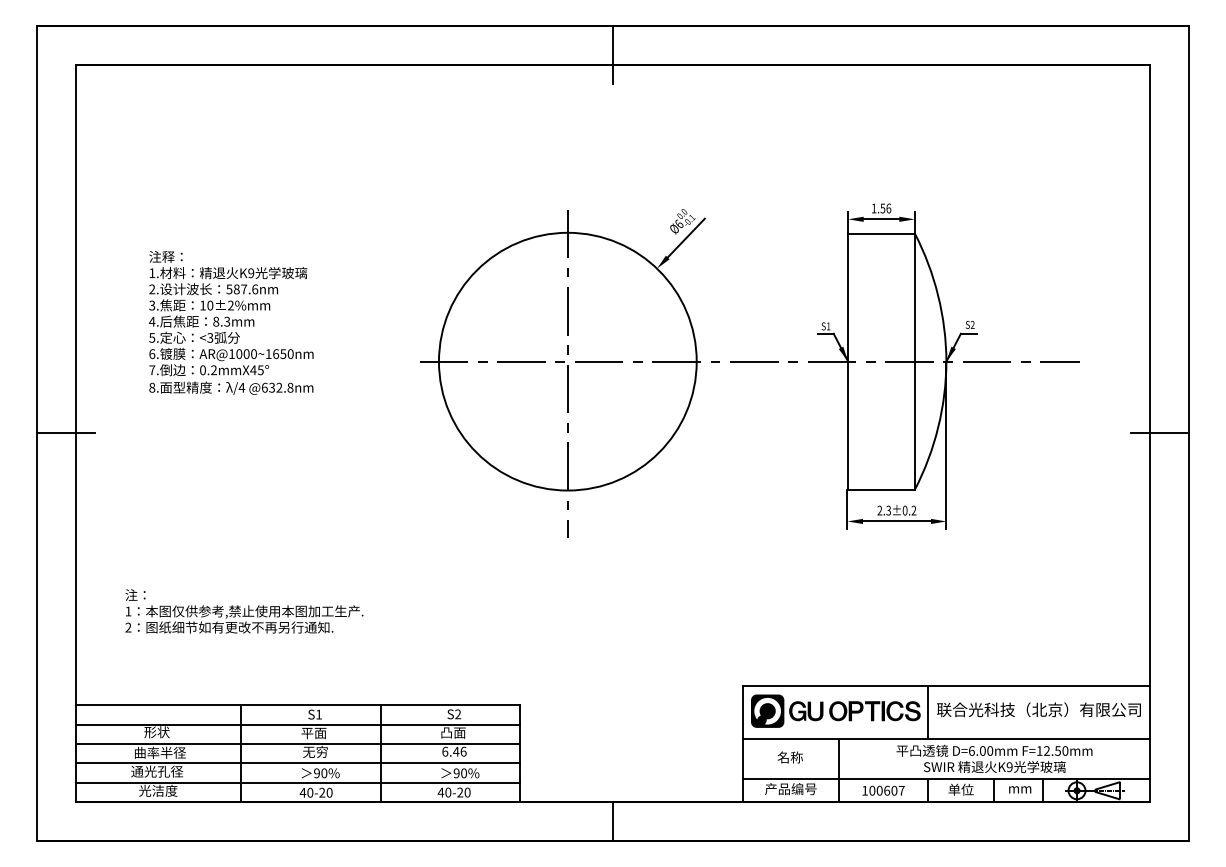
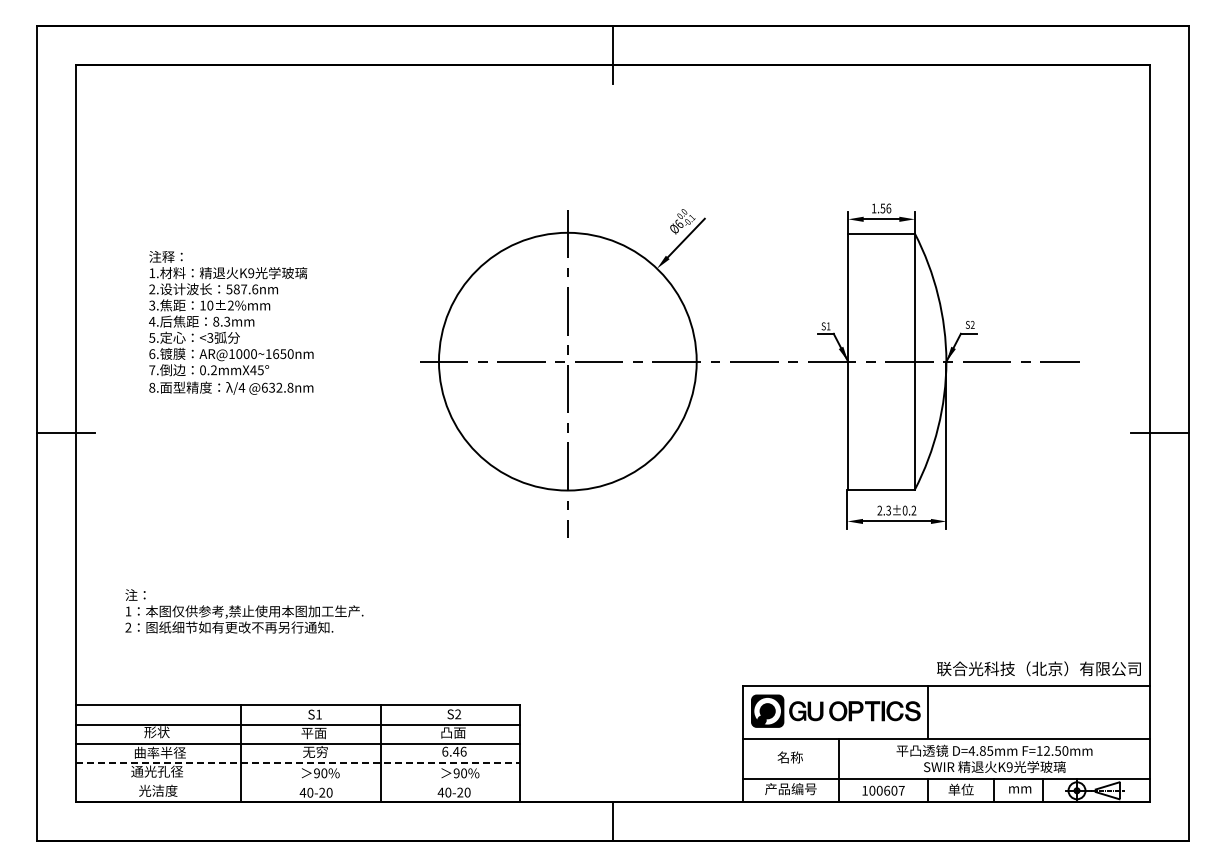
text at (1038, 709) position: (1038, 709) -> (1038, 668)
text at (980, 750): D=6.00mm -> D=4.85mm
line at (298, 763): solid -> dashed
line at (297, 782): present -> none
